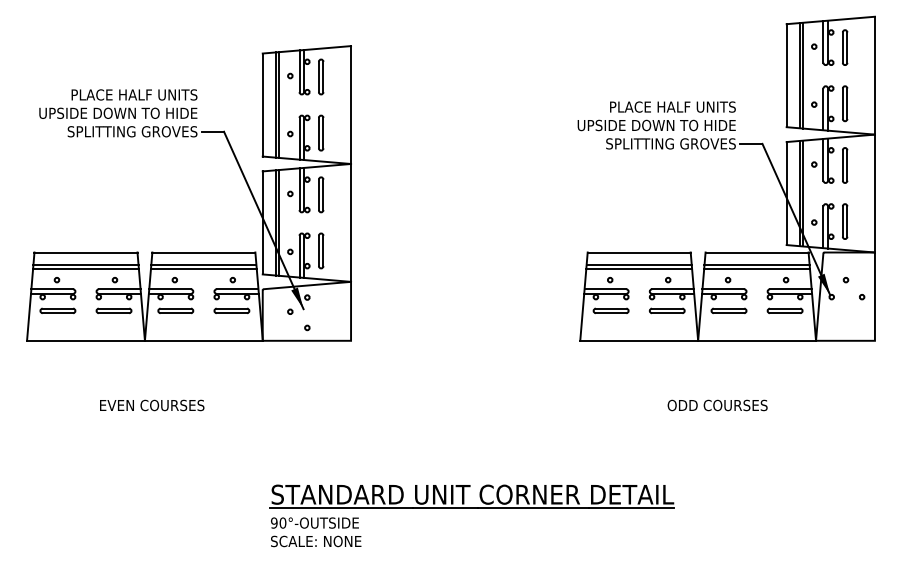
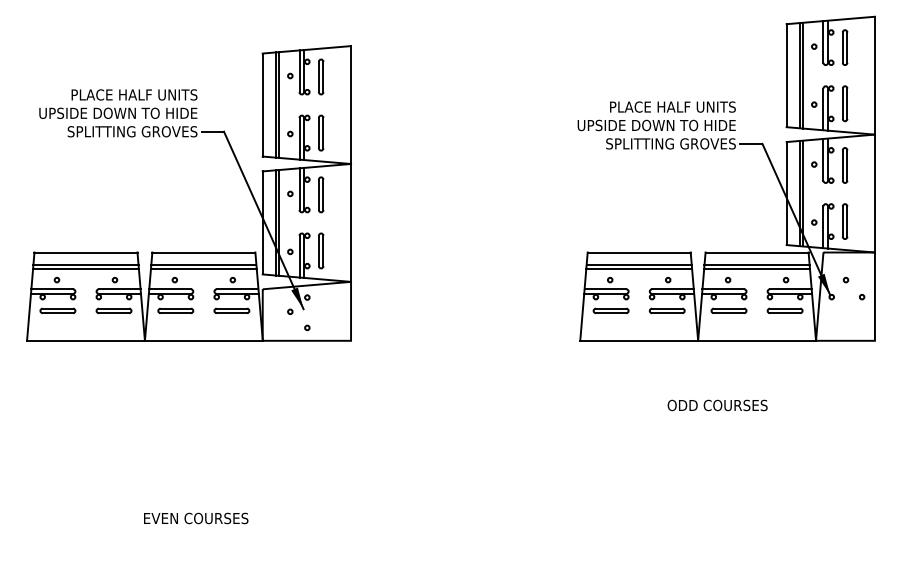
text at (152, 405) position: (152, 405) -> (196, 518)
part at (471, 508): present -> none
